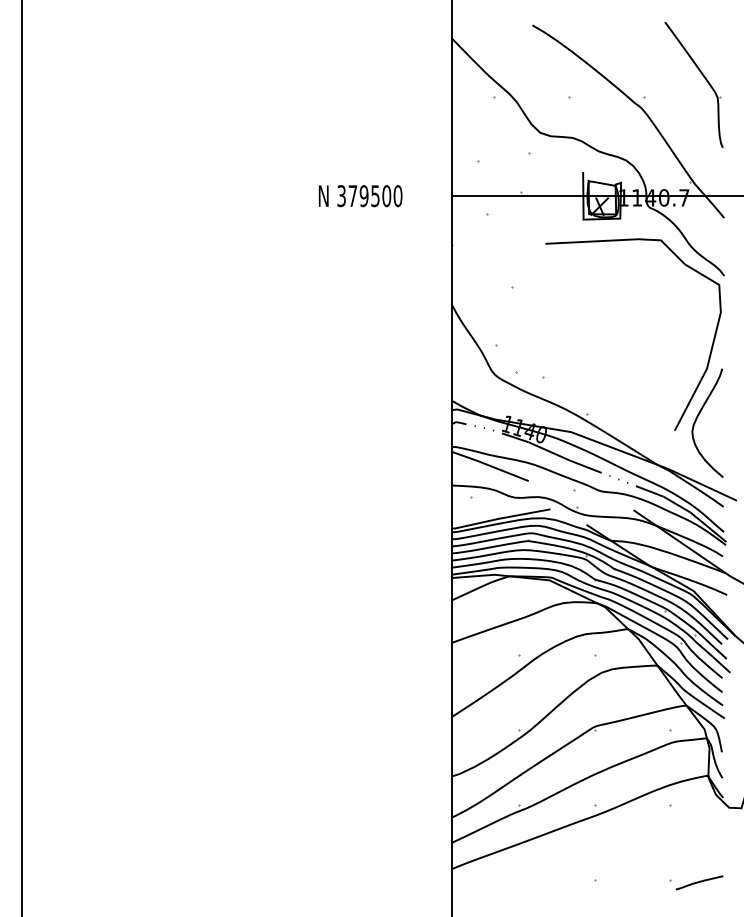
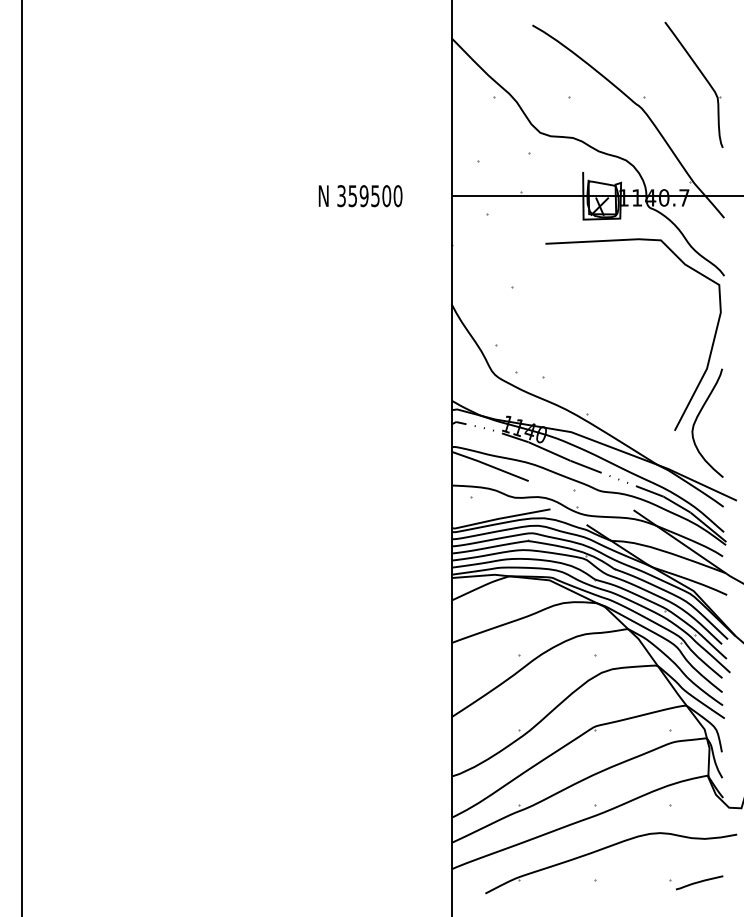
text at (352, 196): 379500 -> 359500
part at (607, 848): none -> present
